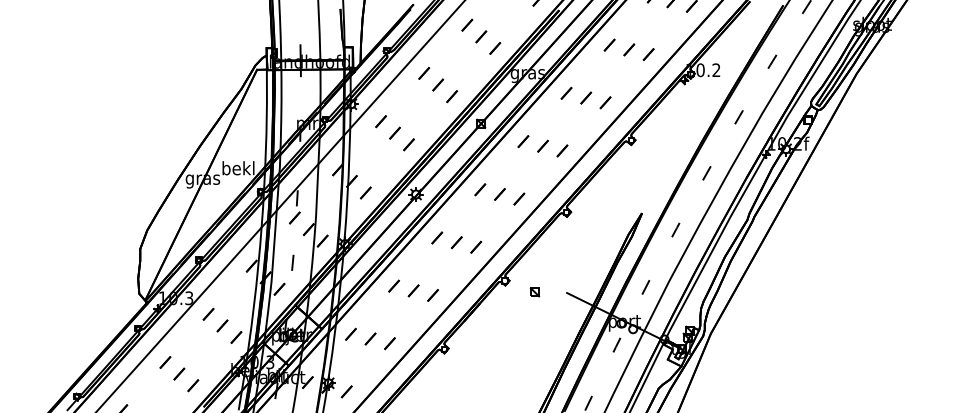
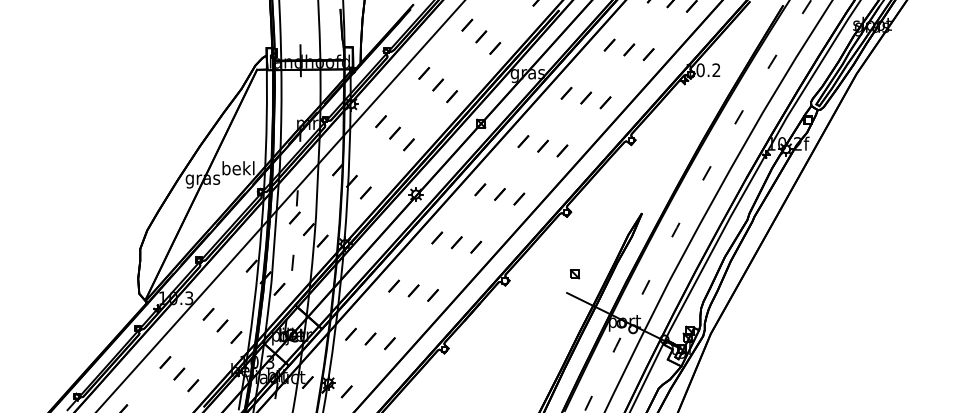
part at (534, 292) position: (534, 292) -> (574, 274)
